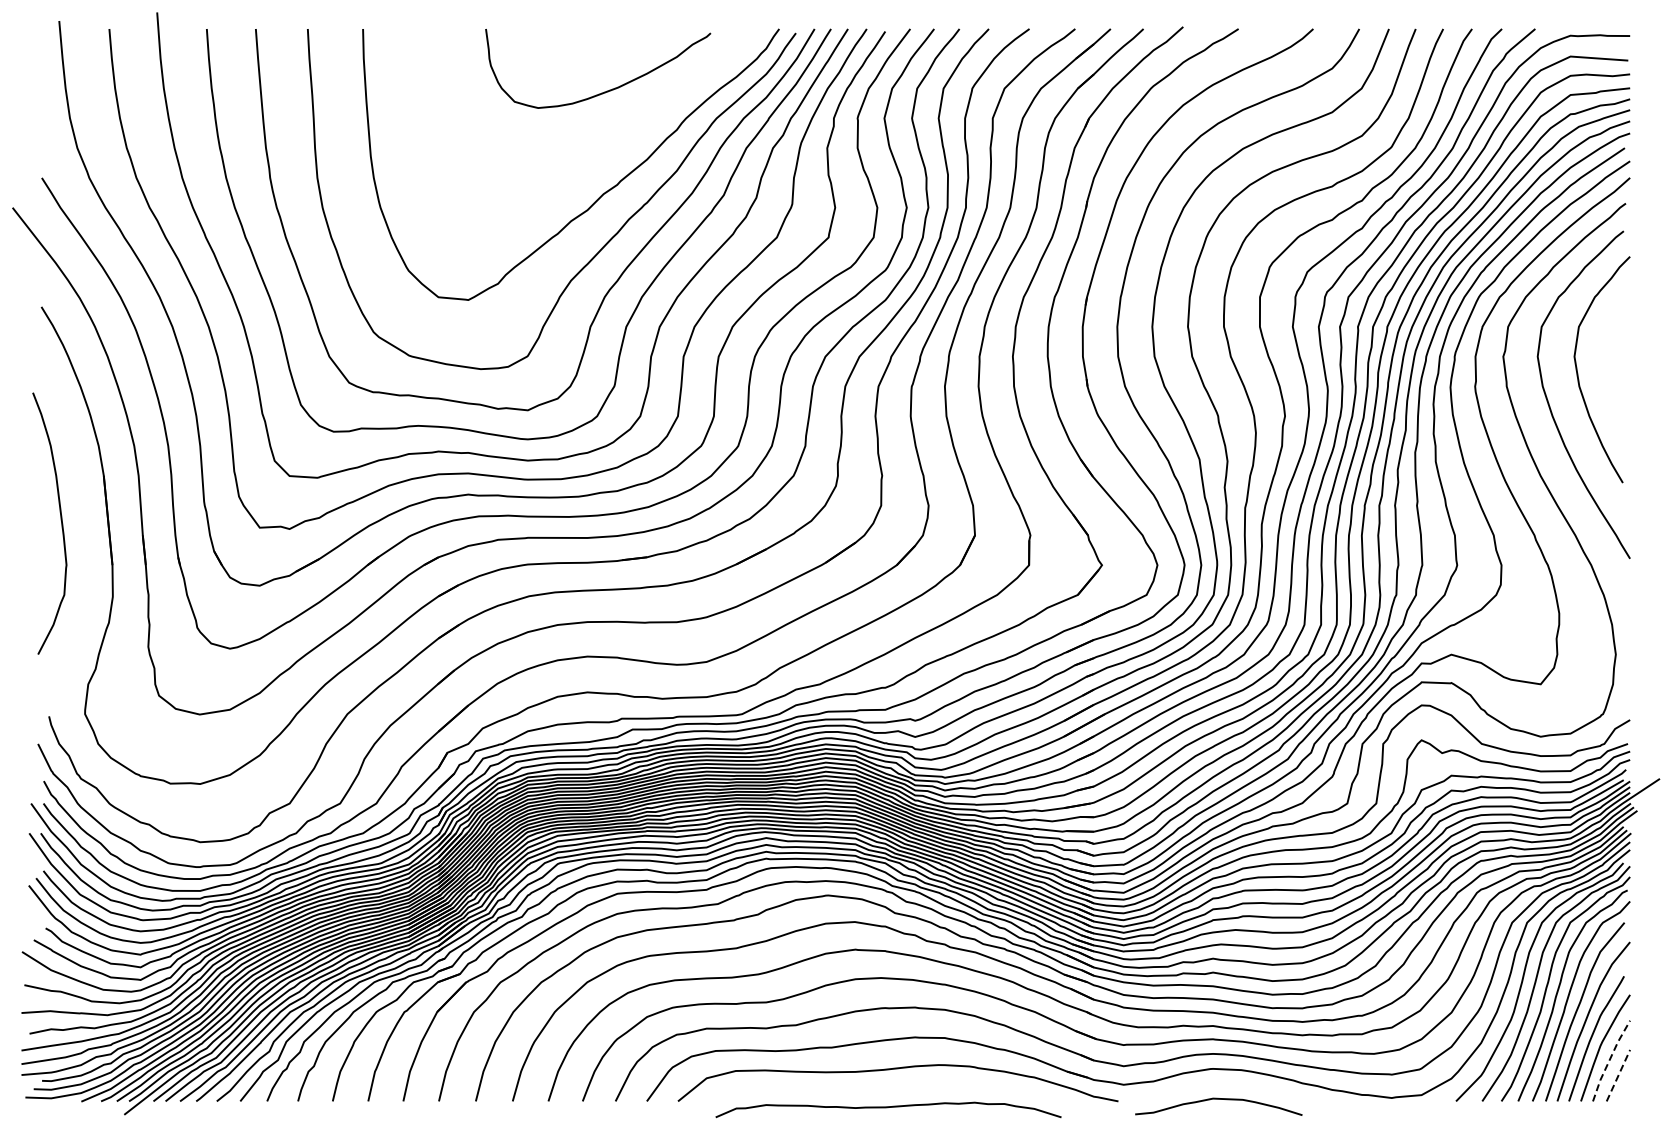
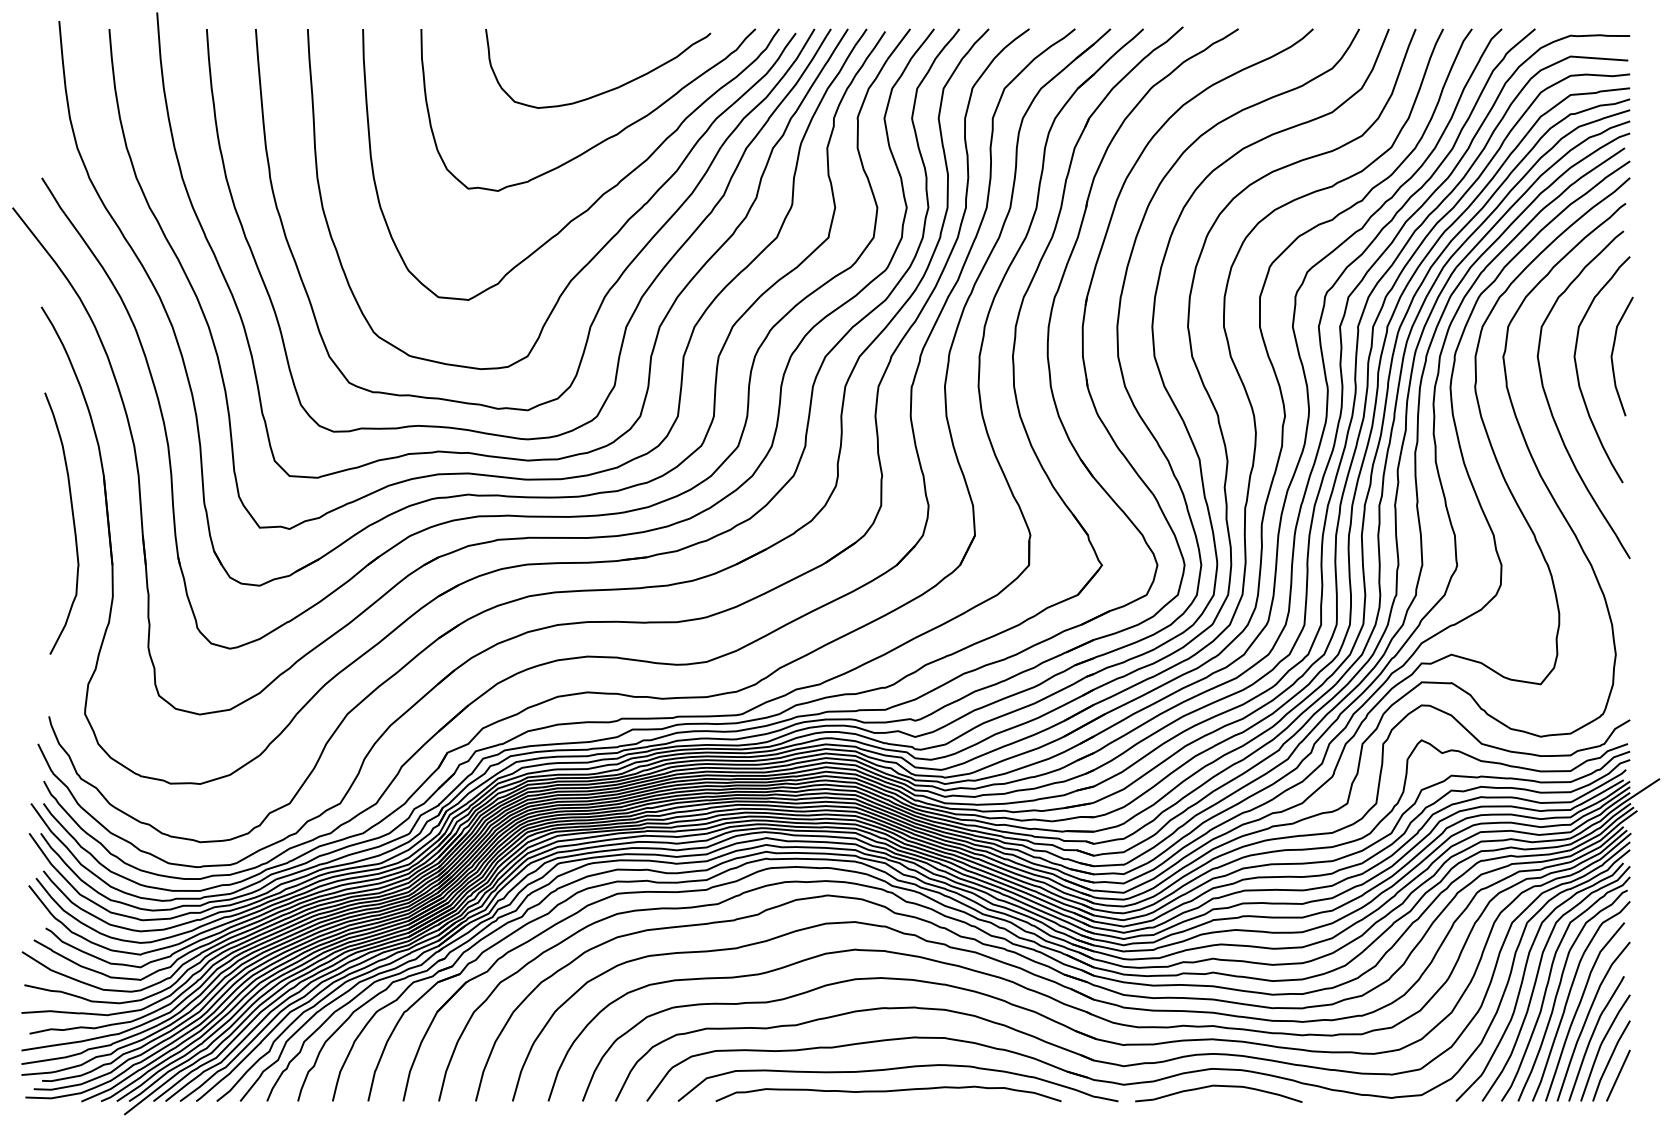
curve at (607, 137): none -> present
curve at (1613, 353): none -> present
curve at (60, 520) position: (60, 520) -> (72, 520)
line at (1609, 1059): dashed -> solid
line at (1618, 1075): dashed -> solid
curve at (1218, 1099) position: (1218, 1099) -> (1218, 1086)
curve at (887, 1108) position: (887, 1108) -> (887, 1092)
